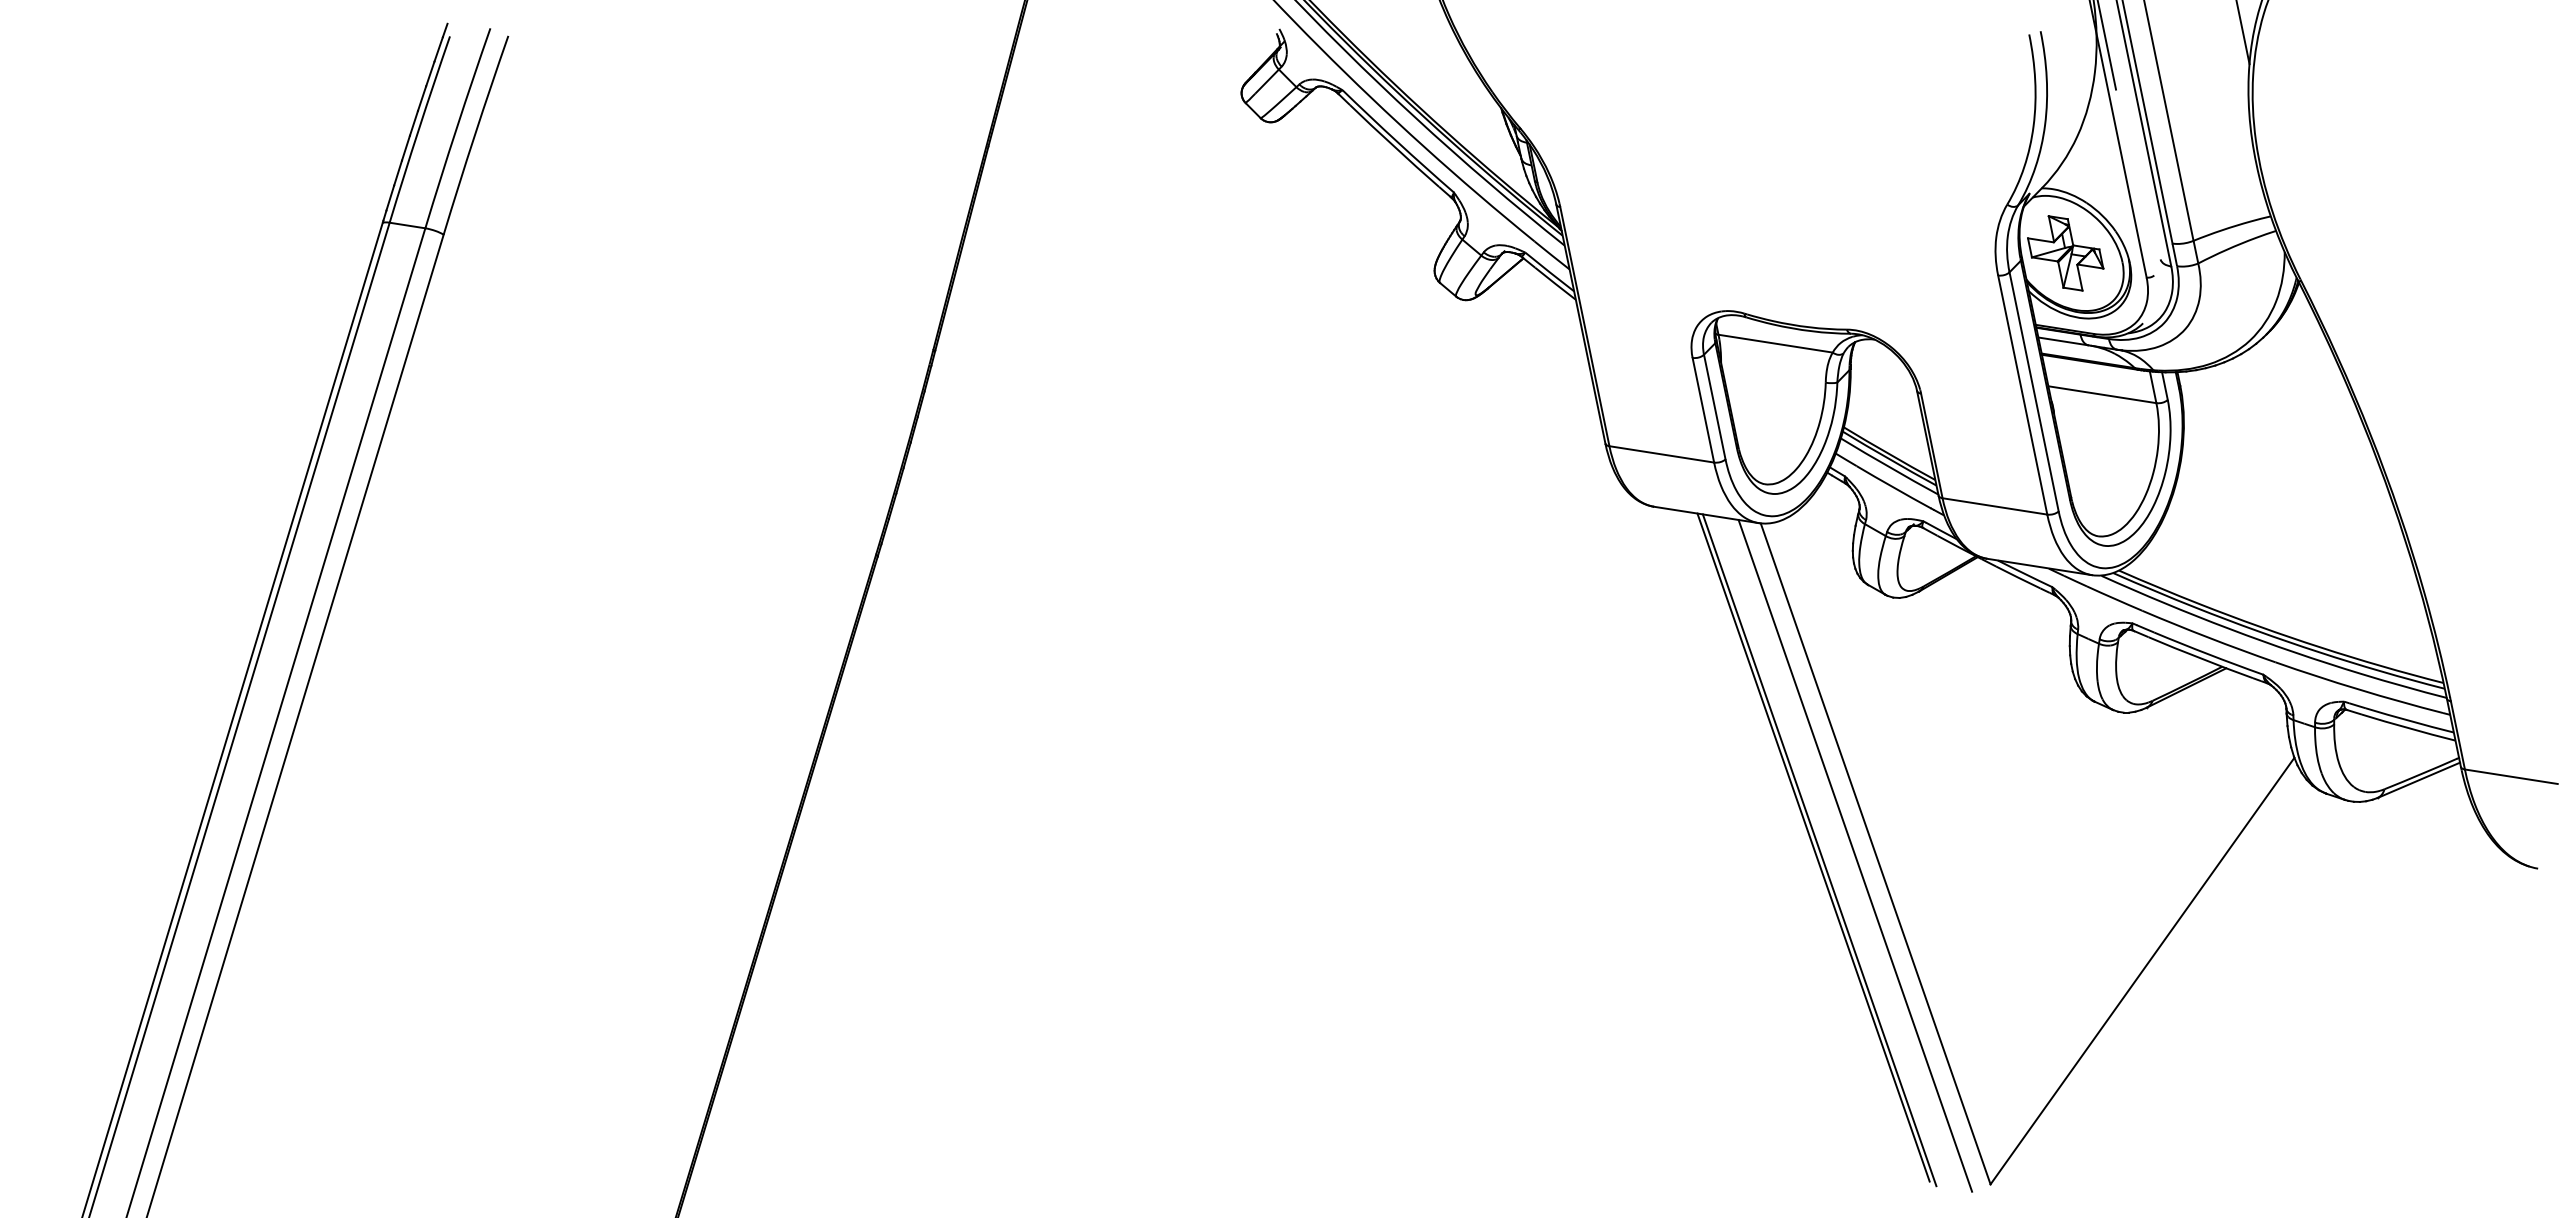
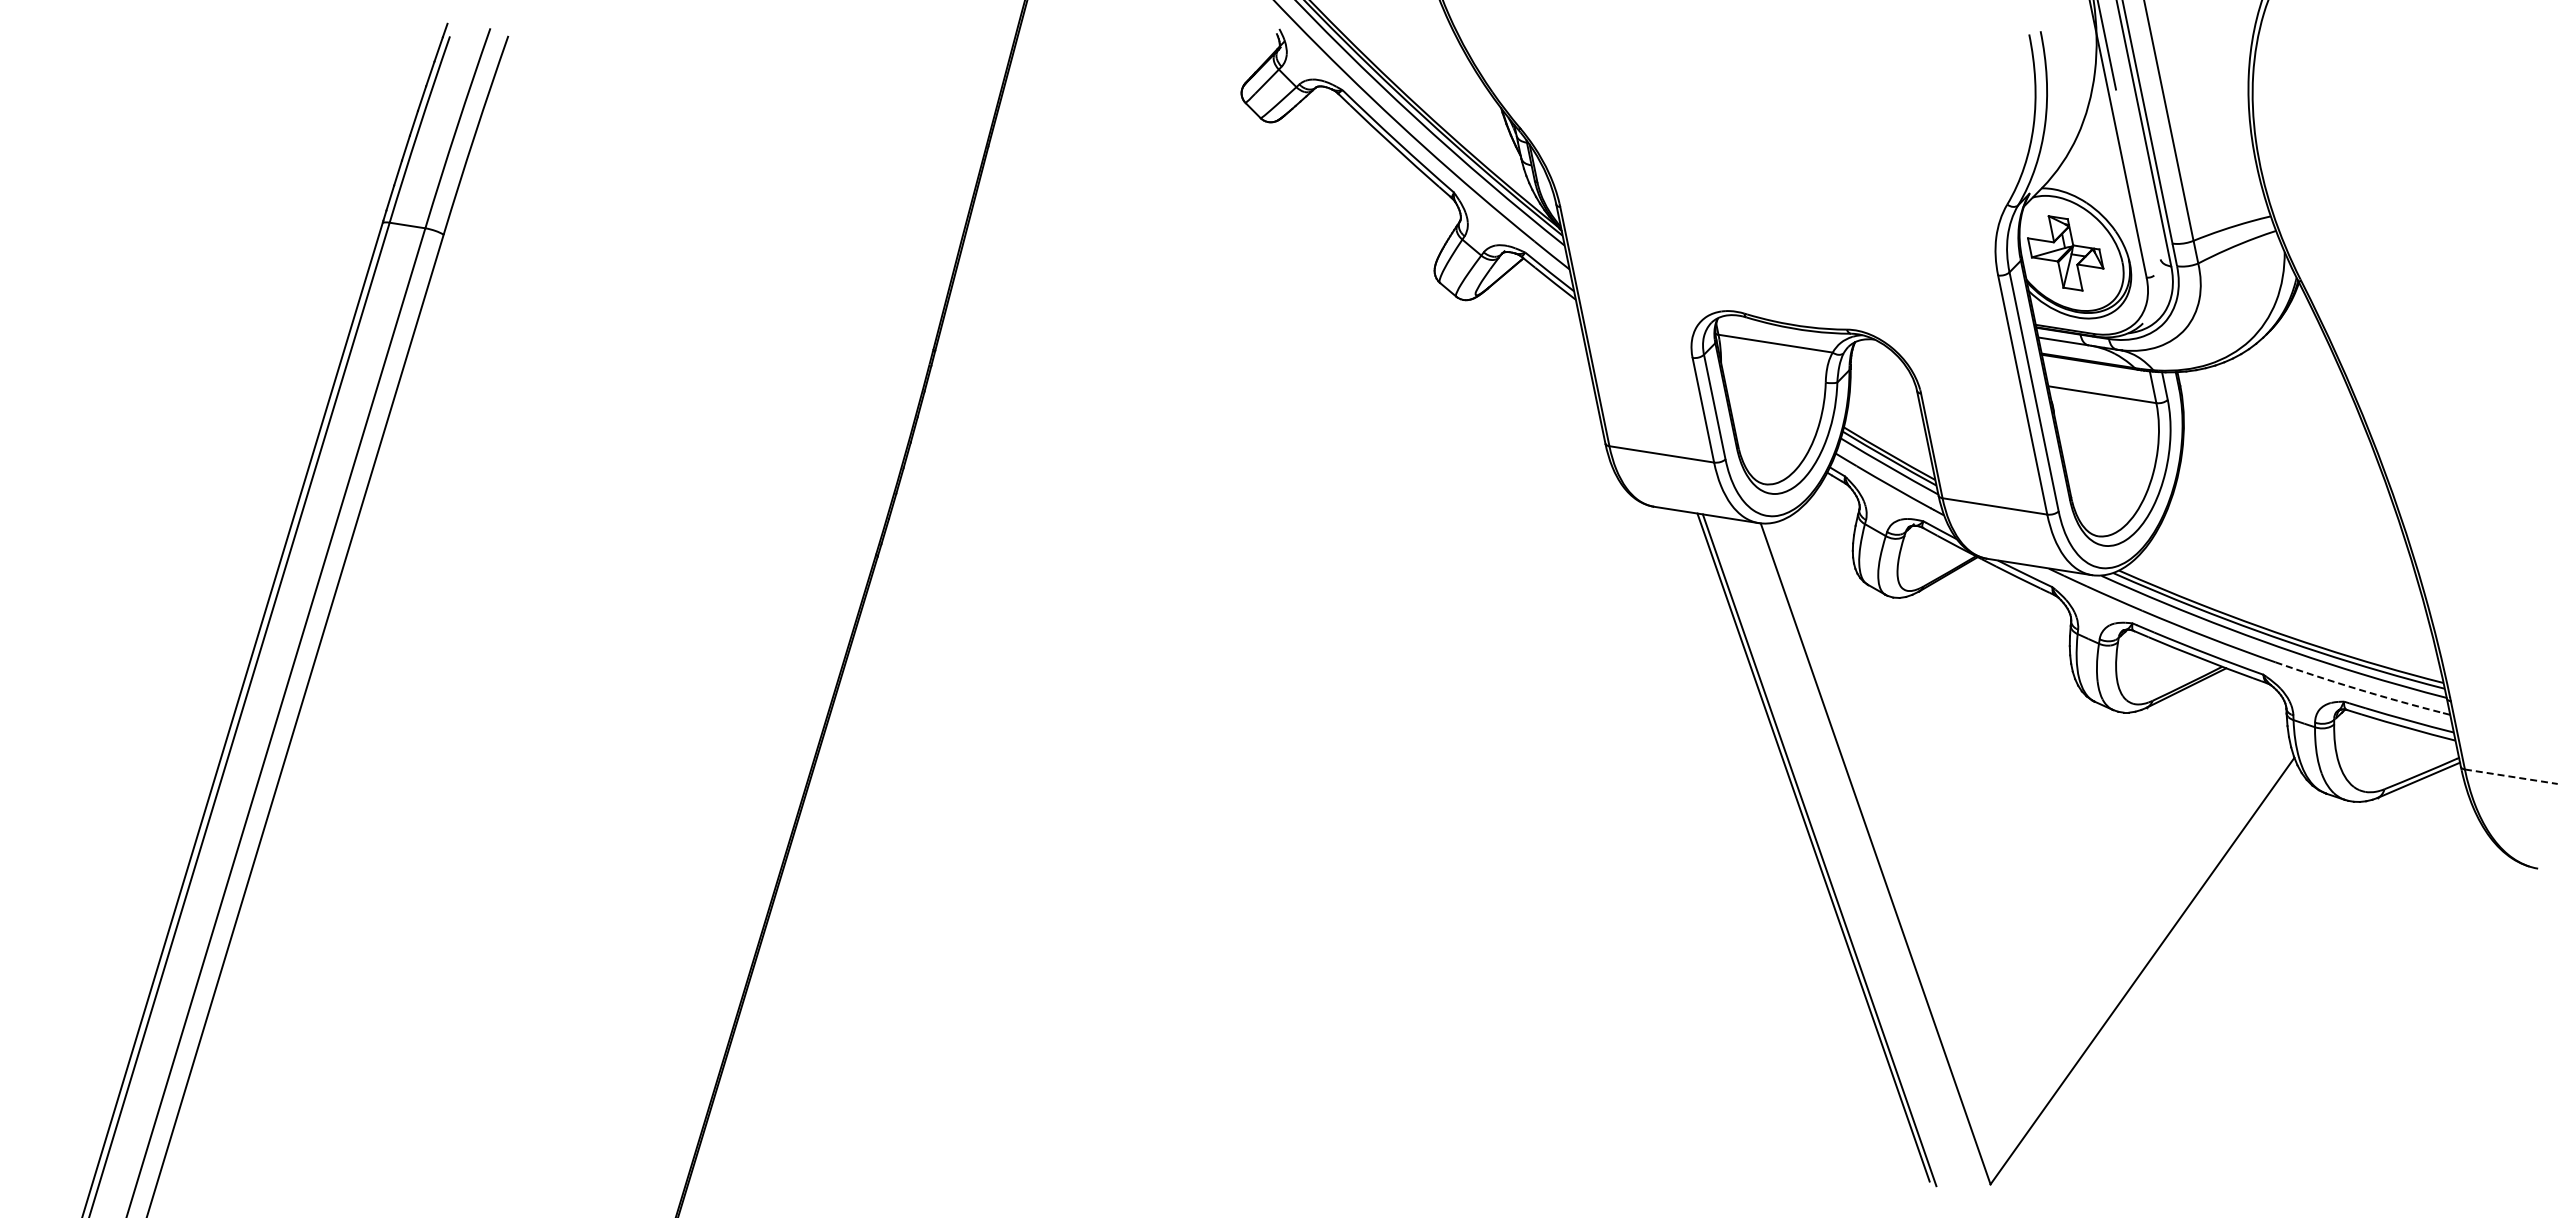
line at (2242, 33): present -> none
arc at (2358, 689): solid -> dashed
line at (2511, 776): solid -> dashed
line at (1855, 855): present -> none
